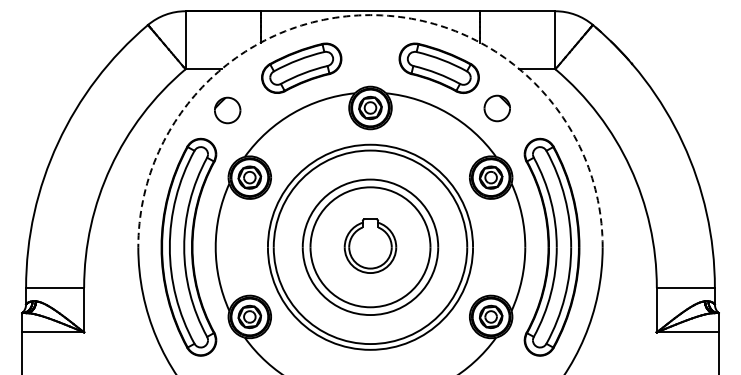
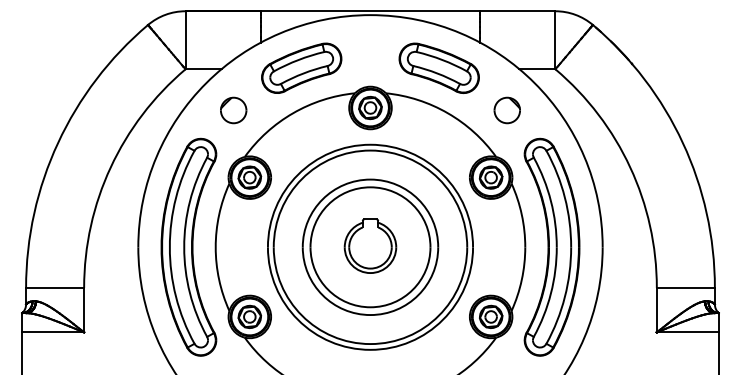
arc at (370, 15): dashed -> solid
part at (496, 108) position: (496, 108) -> (506, 110)
part at (227, 110) position: (227, 110) -> (233, 110)
